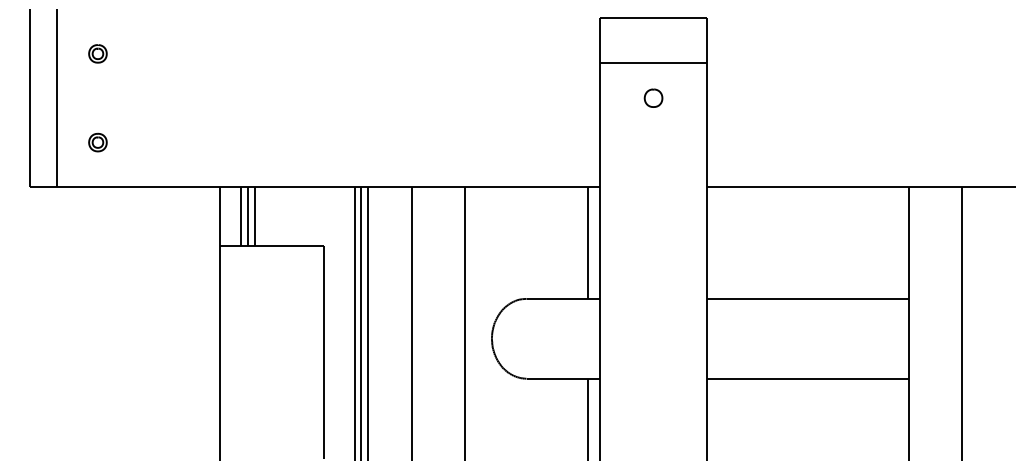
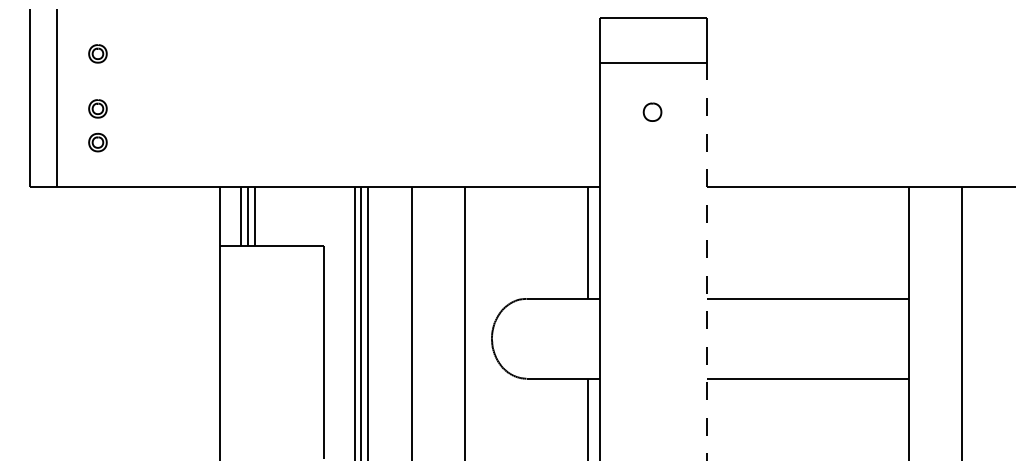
part at (653, 97) position: (653, 97) -> (652, 111)
part at (97, 108): none -> present
line at (706, 261): solid -> dashed
